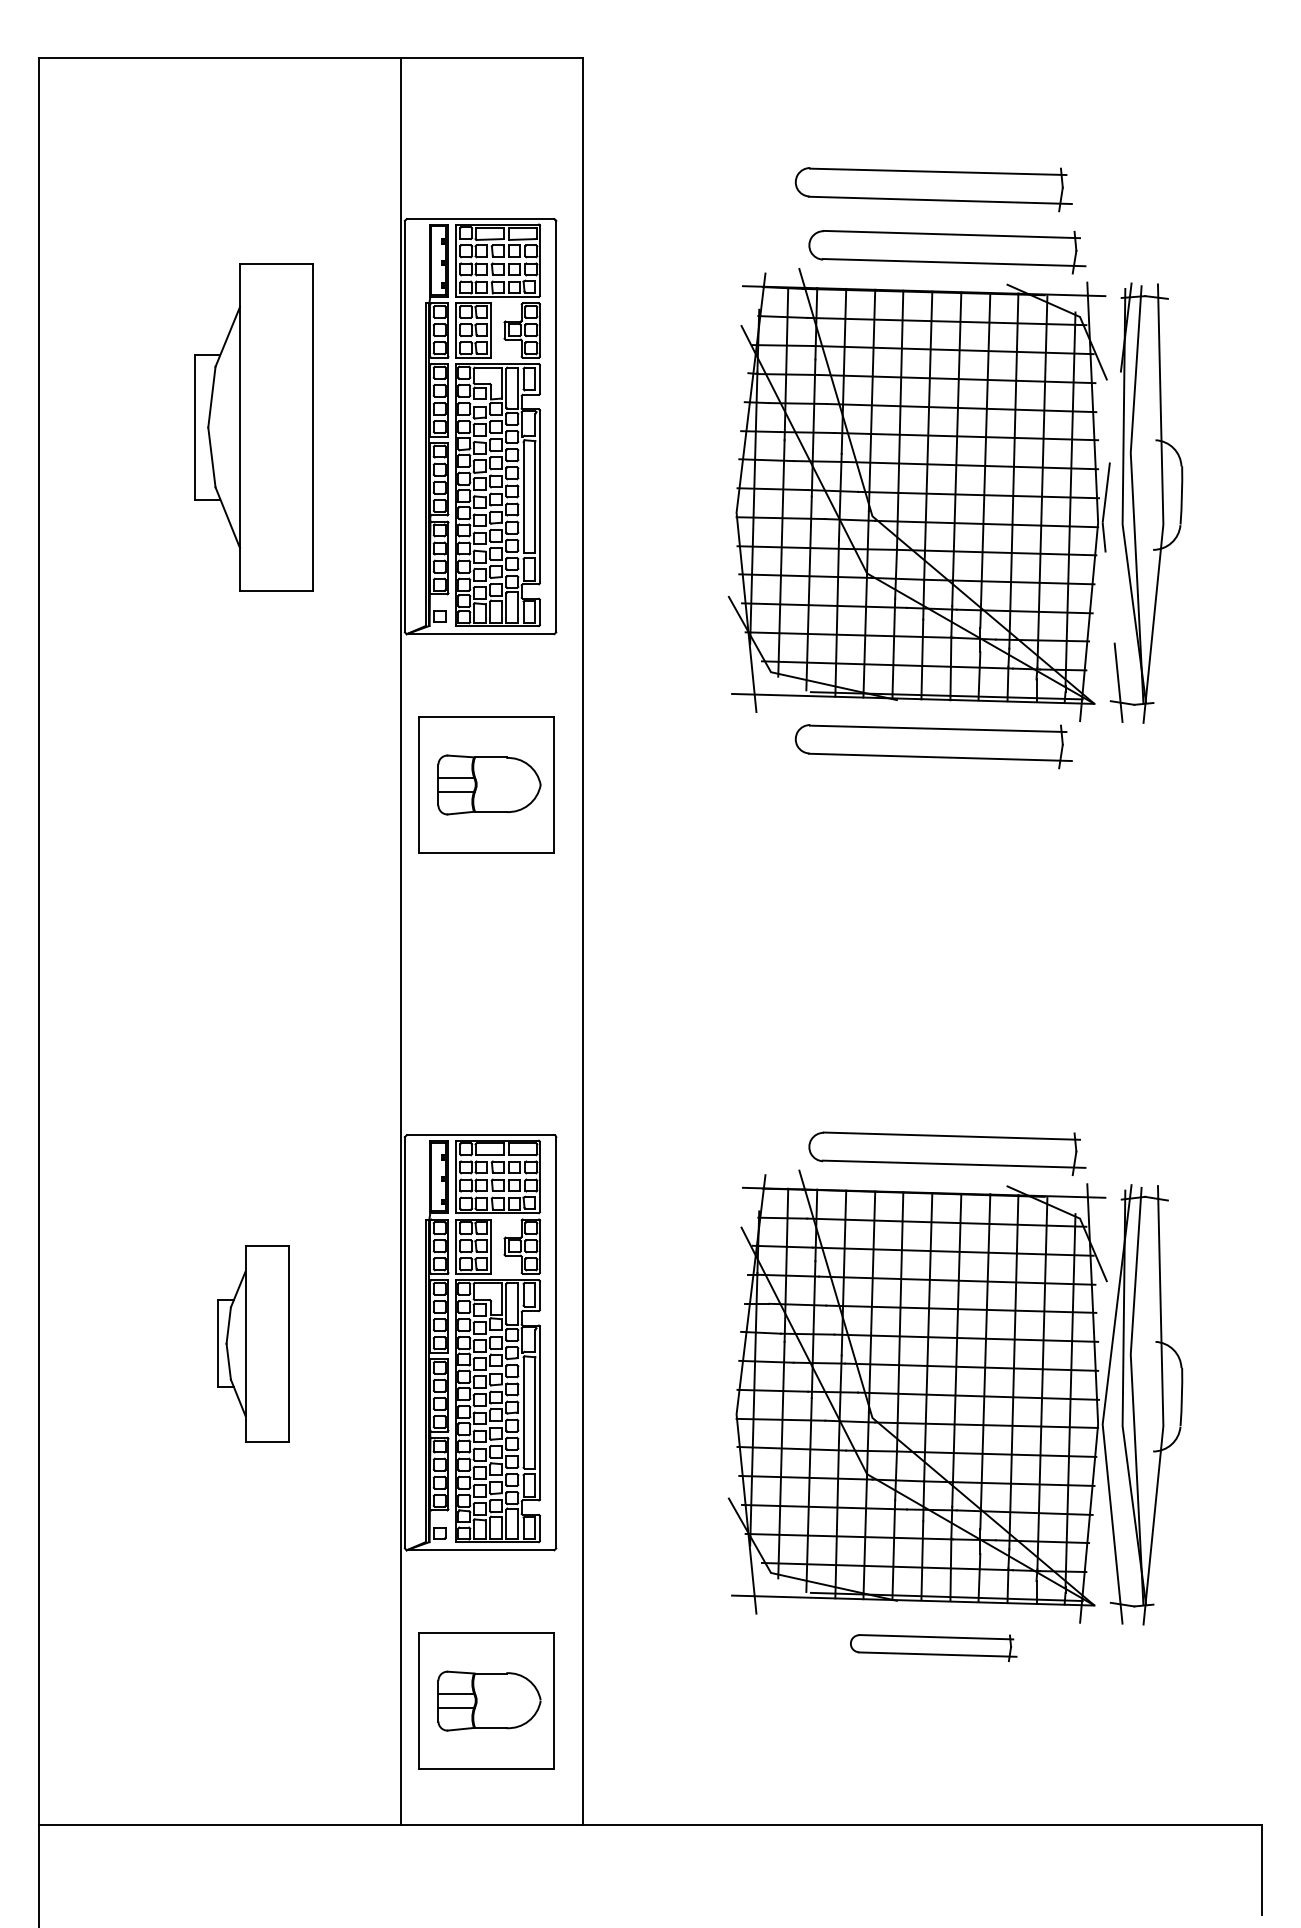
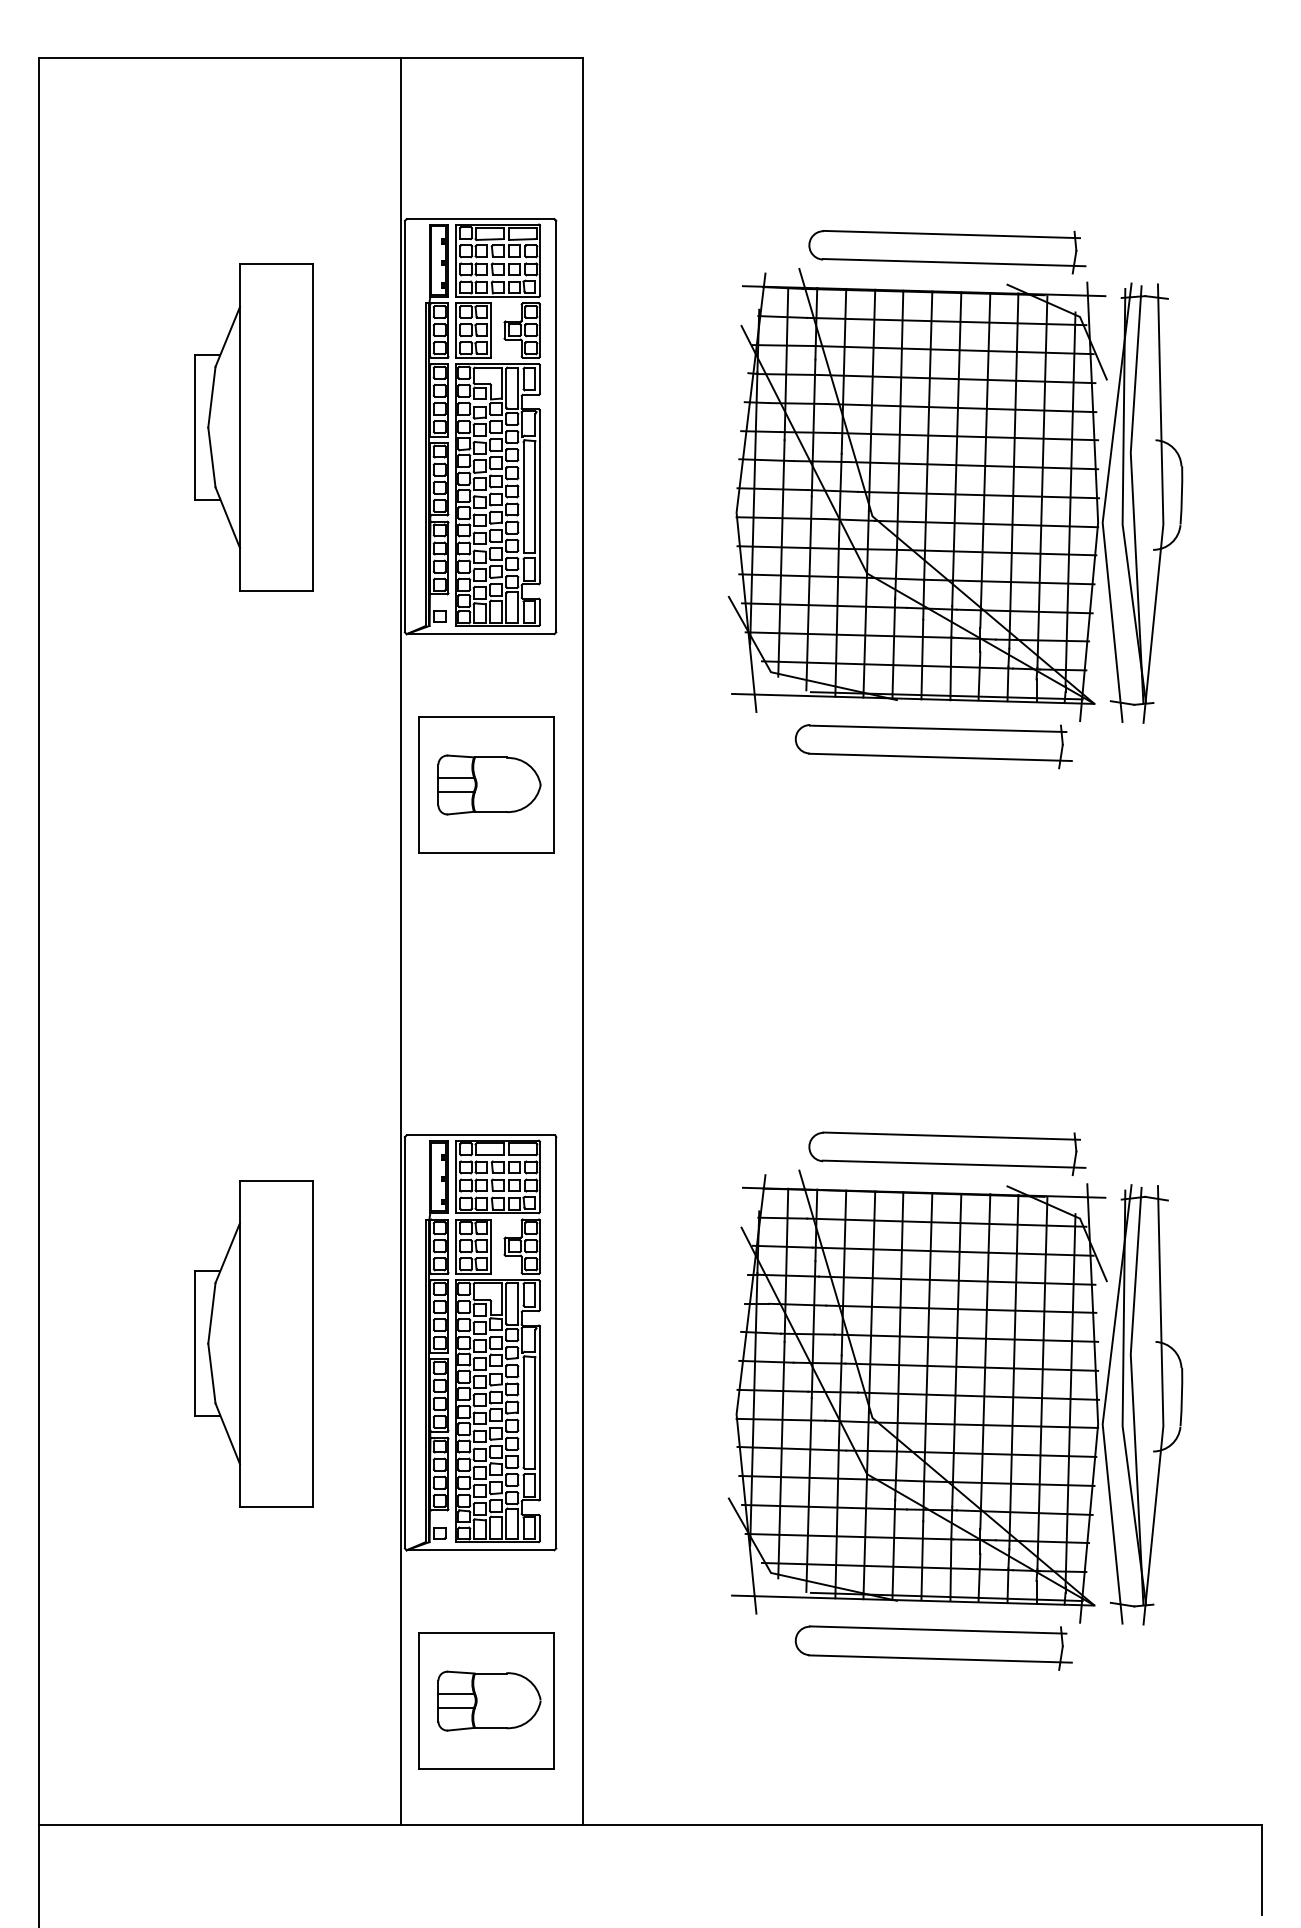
part at (933, 189): present -> none
line at (1104, 503): dashed -> solid
part at (253, 1343) size: 73x198 px -> 120x328 px
part at (933, 1648) size: 168x29 px -> 279x46 px
